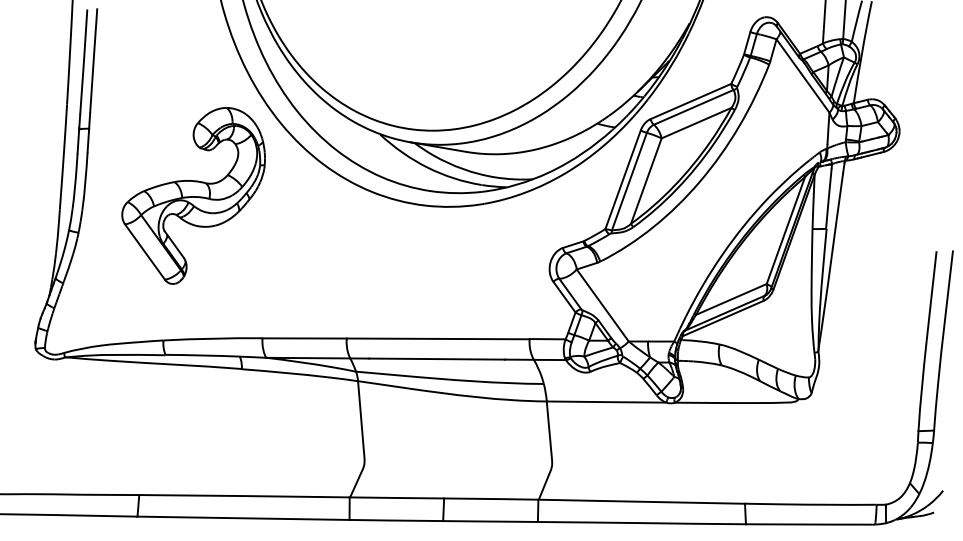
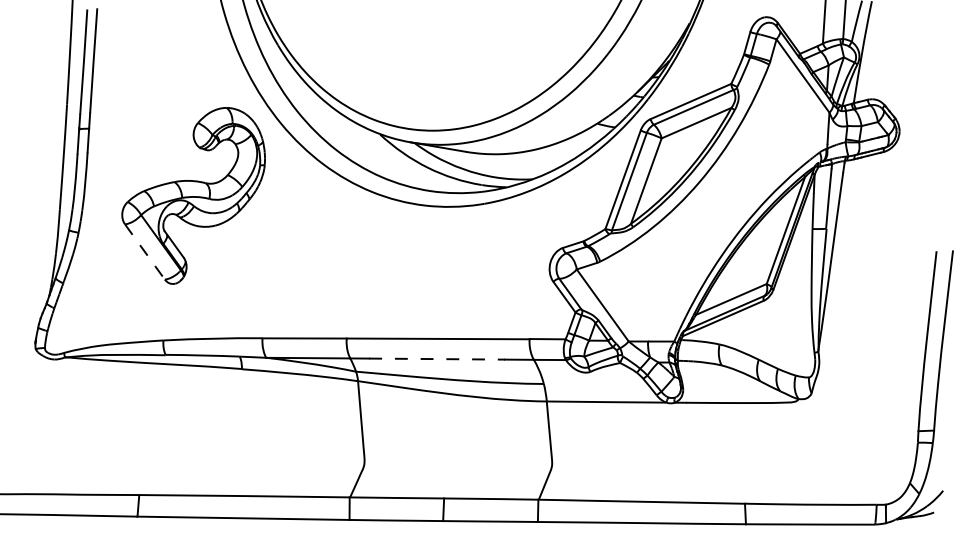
line at (145, 252): solid -> dashed
line at (437, 359): solid -> dashed
